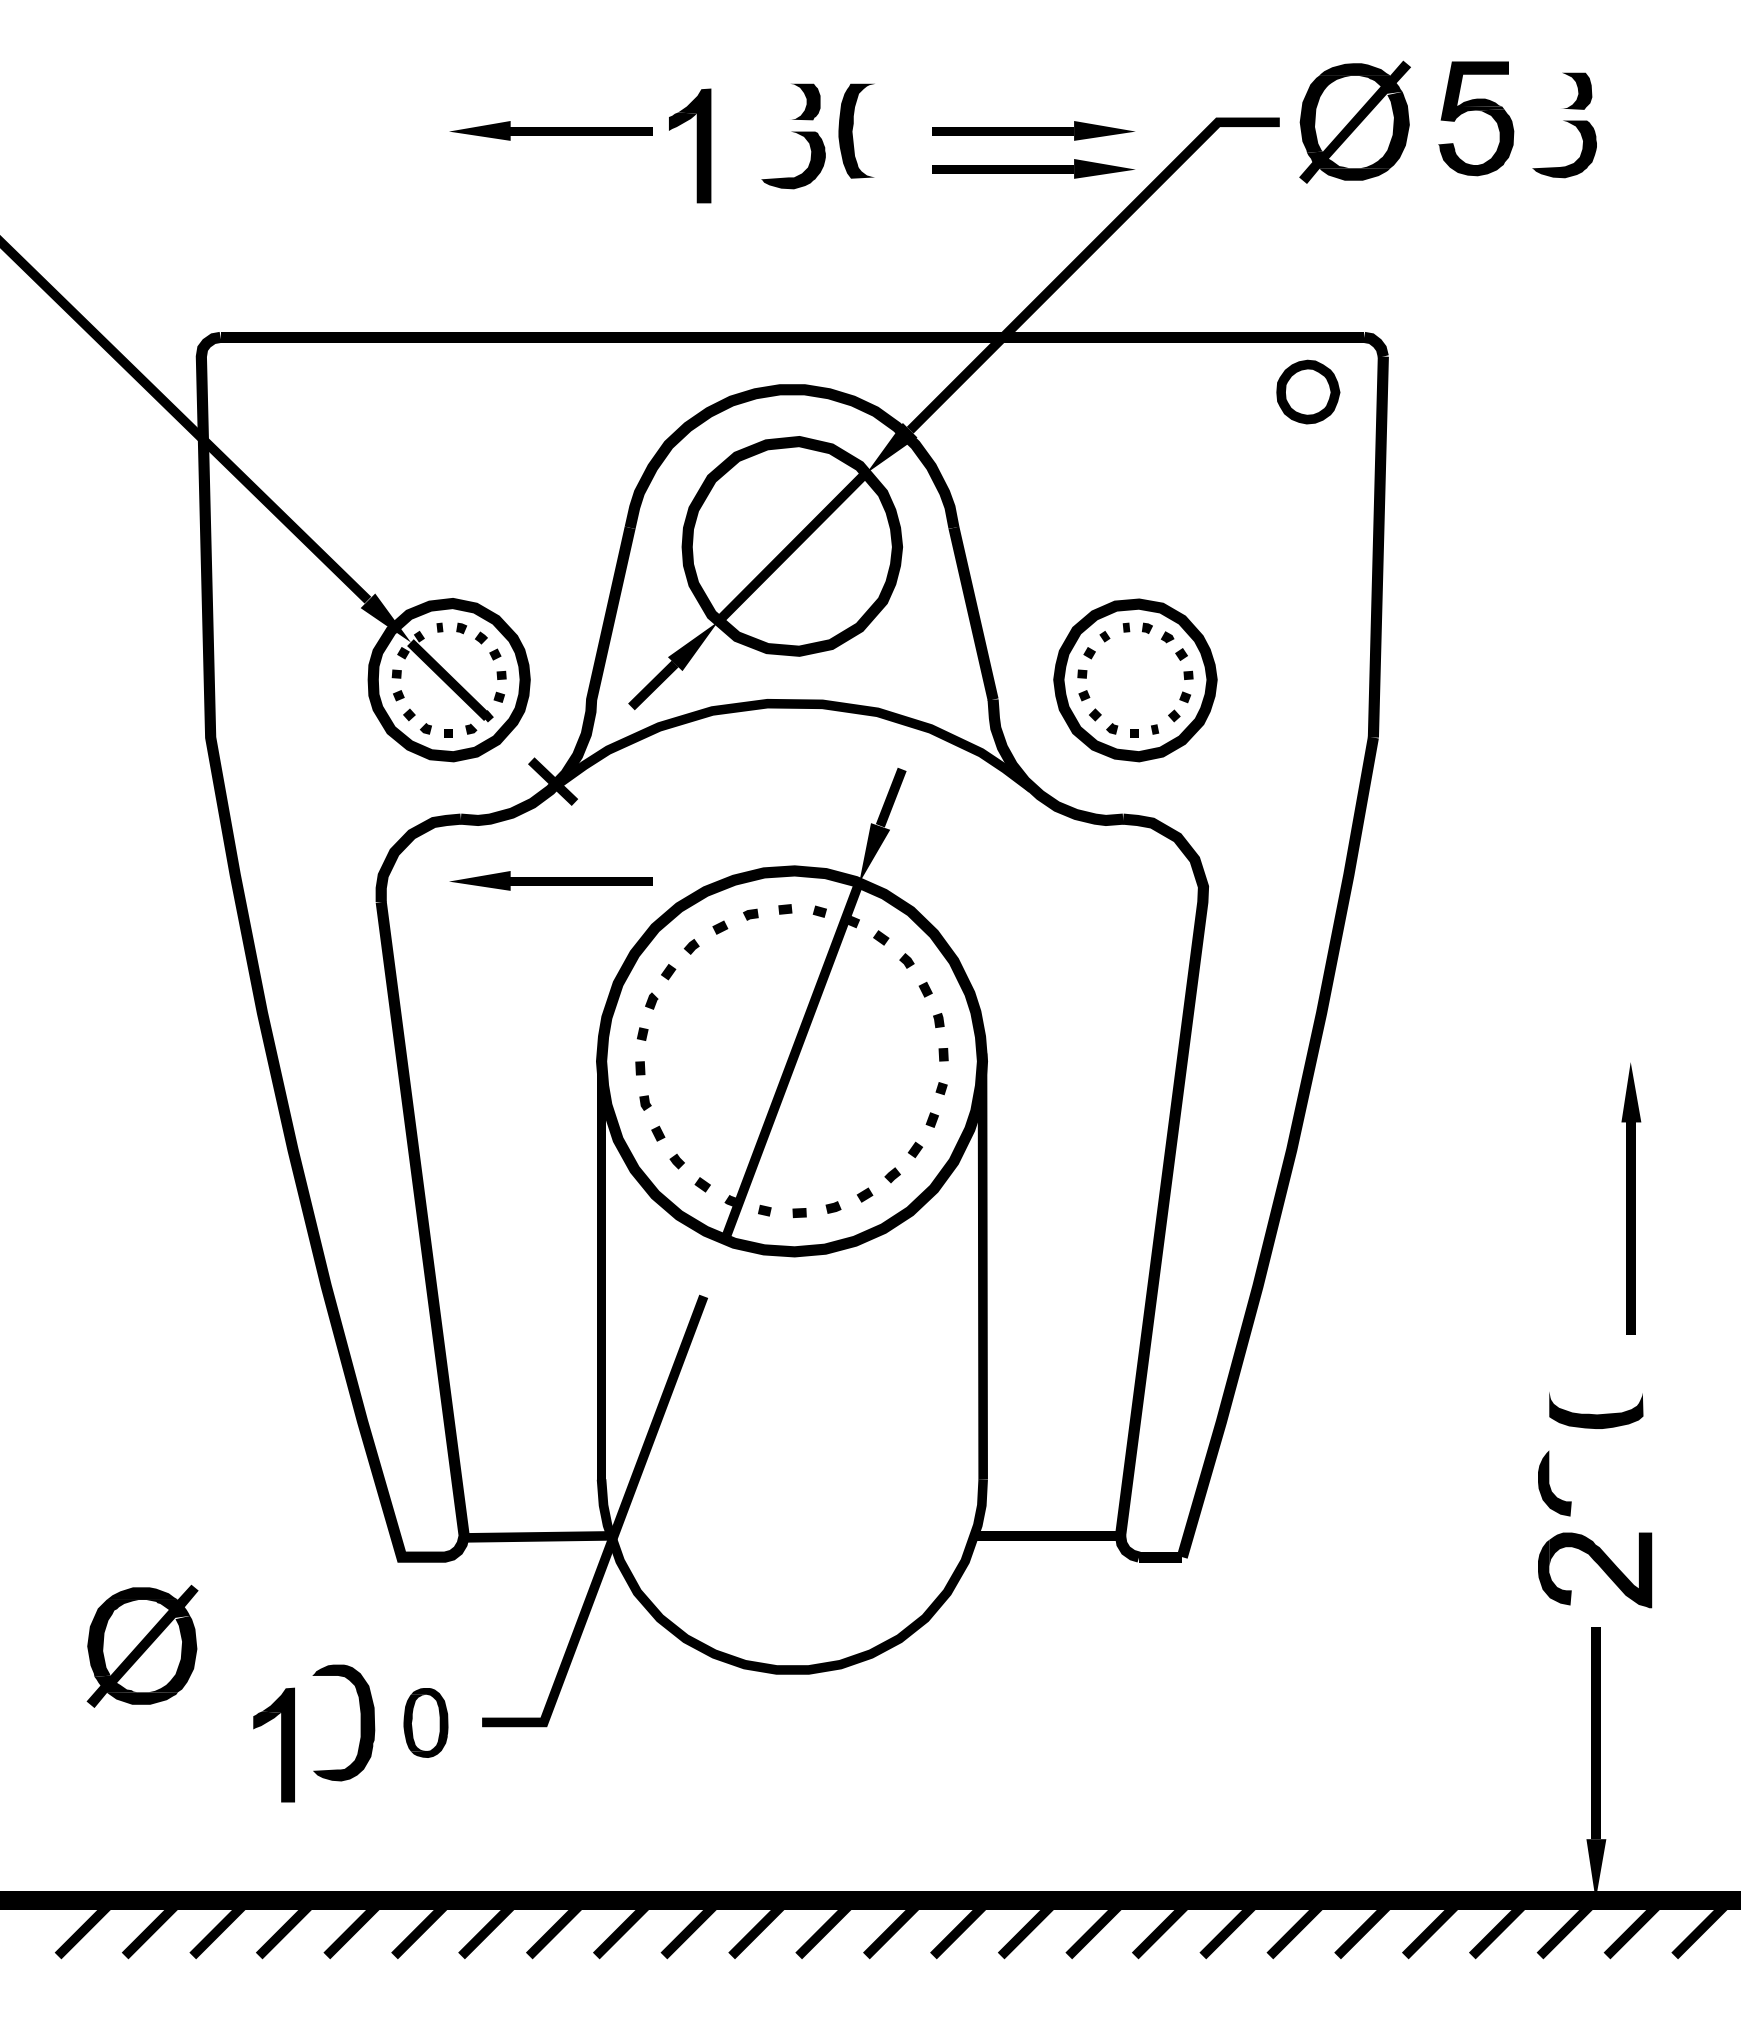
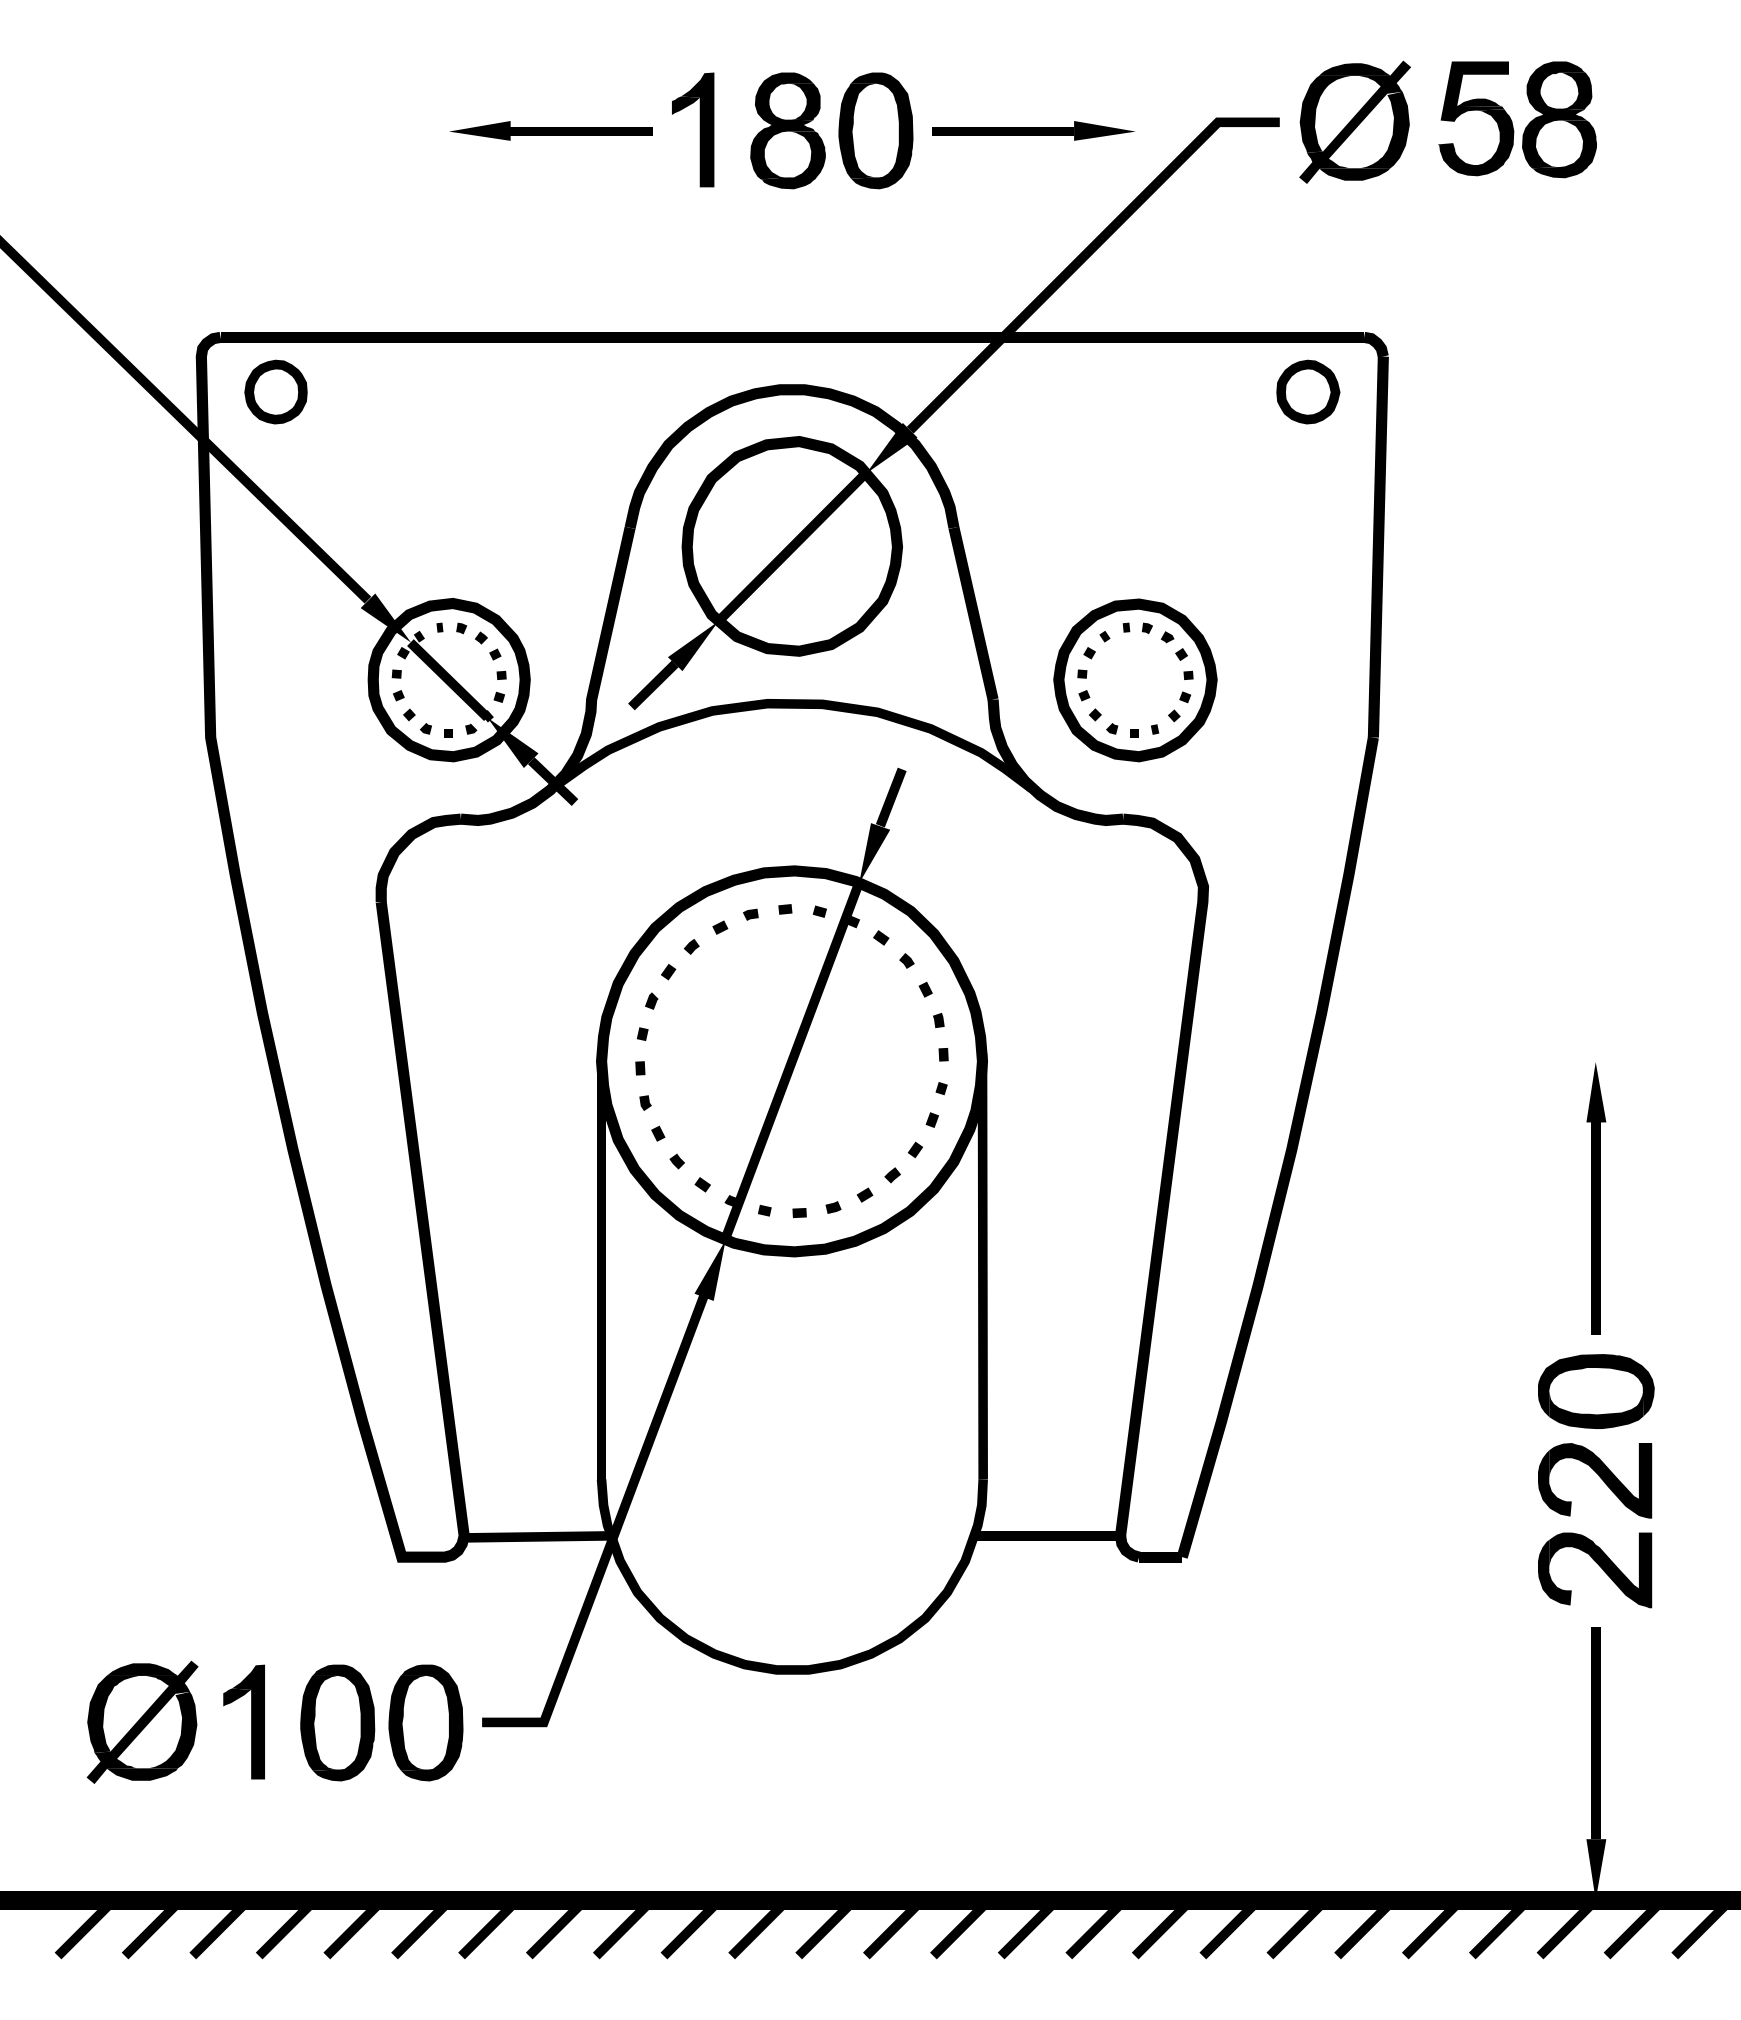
fill at (1554, 114): none -> present
fill at (782, 125): none -> present
fill at (881, 130): none -> present
part at (690, 145) position: (690, 145) -> (693, 129)
part at (1033, 168): present -> none
part at (275, 391): none -> present
fill at (512, 742): none -> present
part at (550, 880): present -> none
part at (1631, 1198) position: (1631, 1198) -> (1596, 1198)
fill at (709, 1269): none -> present
fill at (1595, 1385): none -> present
fill at (1600, 1480): none -> present
part at (142, 1645) position: (142, 1645) -> (142, 1721)
fill at (318, 1722): none -> present
part at (425, 1722) size: 46x70 px -> 76x118 px
part at (281, 1744) position: (281, 1744) -> (251, 1721)
